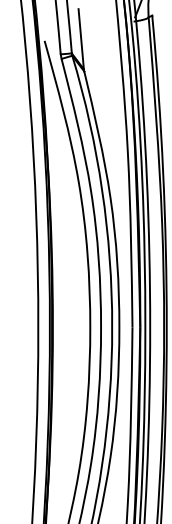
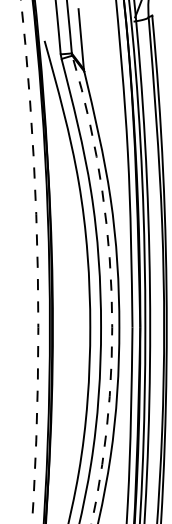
arc at (37, 262): solid -> dashed
arc at (111, 288): solid -> dashed
